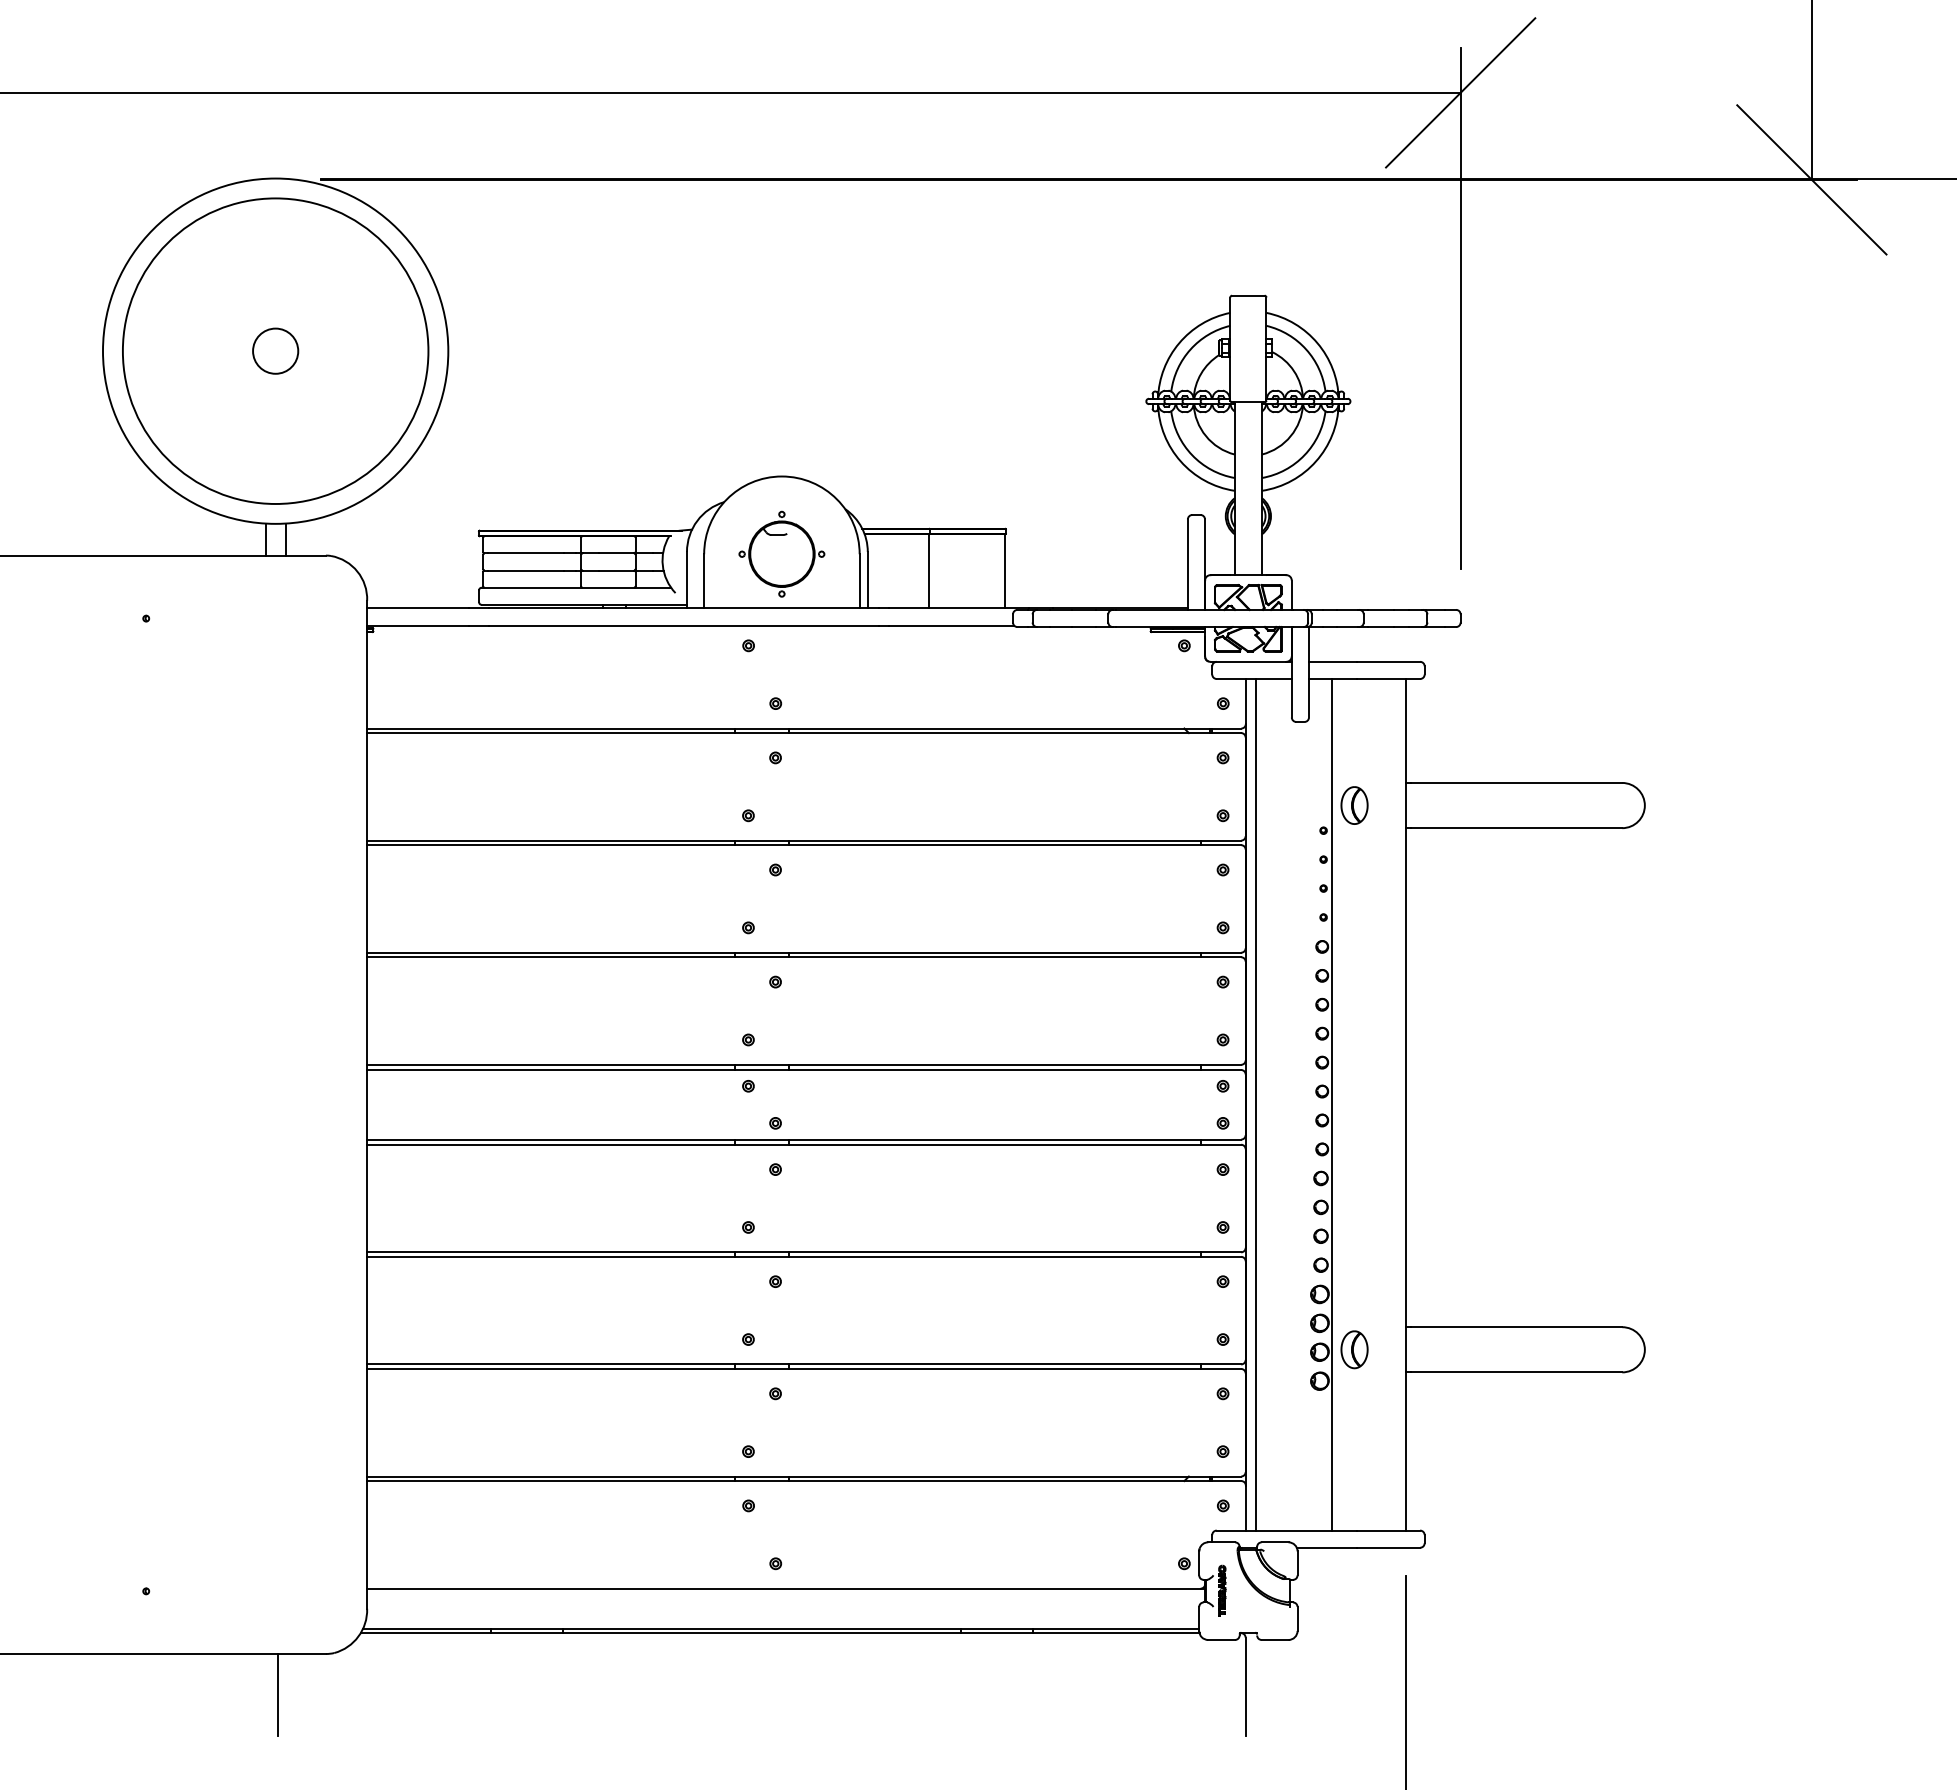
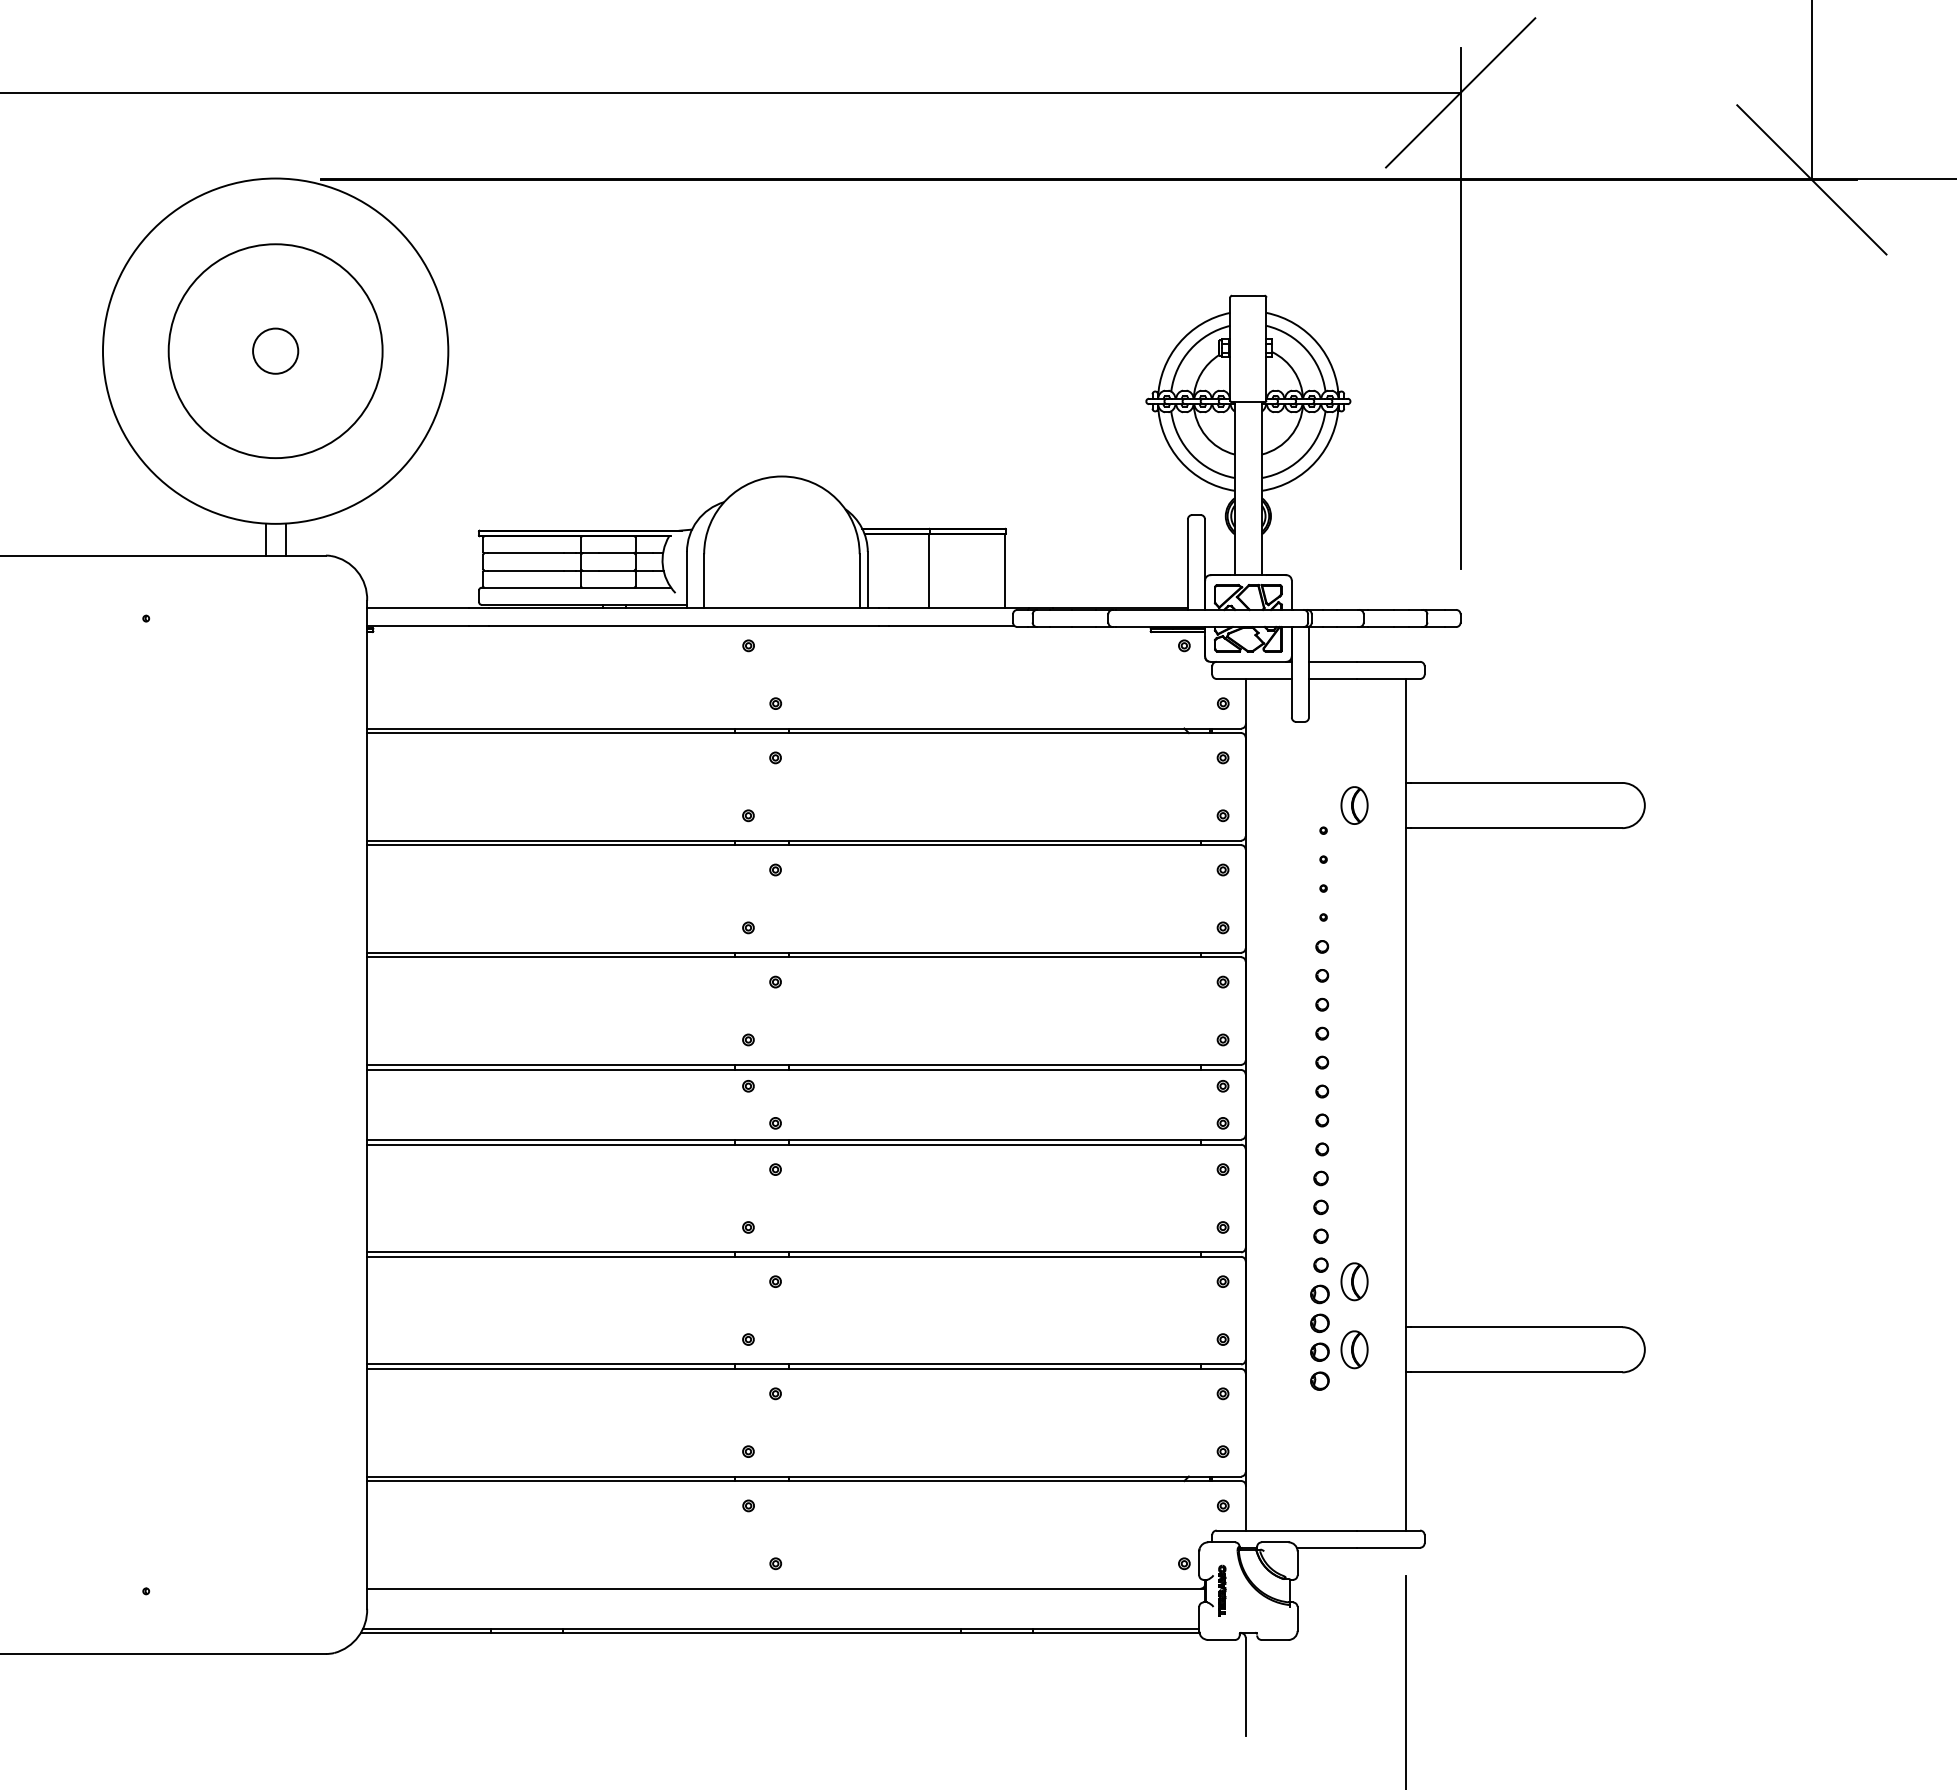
circle at (275, 350) diameter: 306 px -> 214 px
part at (781, 553): present -> none
line at (1255, 1104): present -> none
line at (1332, 1104): present -> none
part at (1354, 1281): none -> present
line at (278, 1694): present -> none
